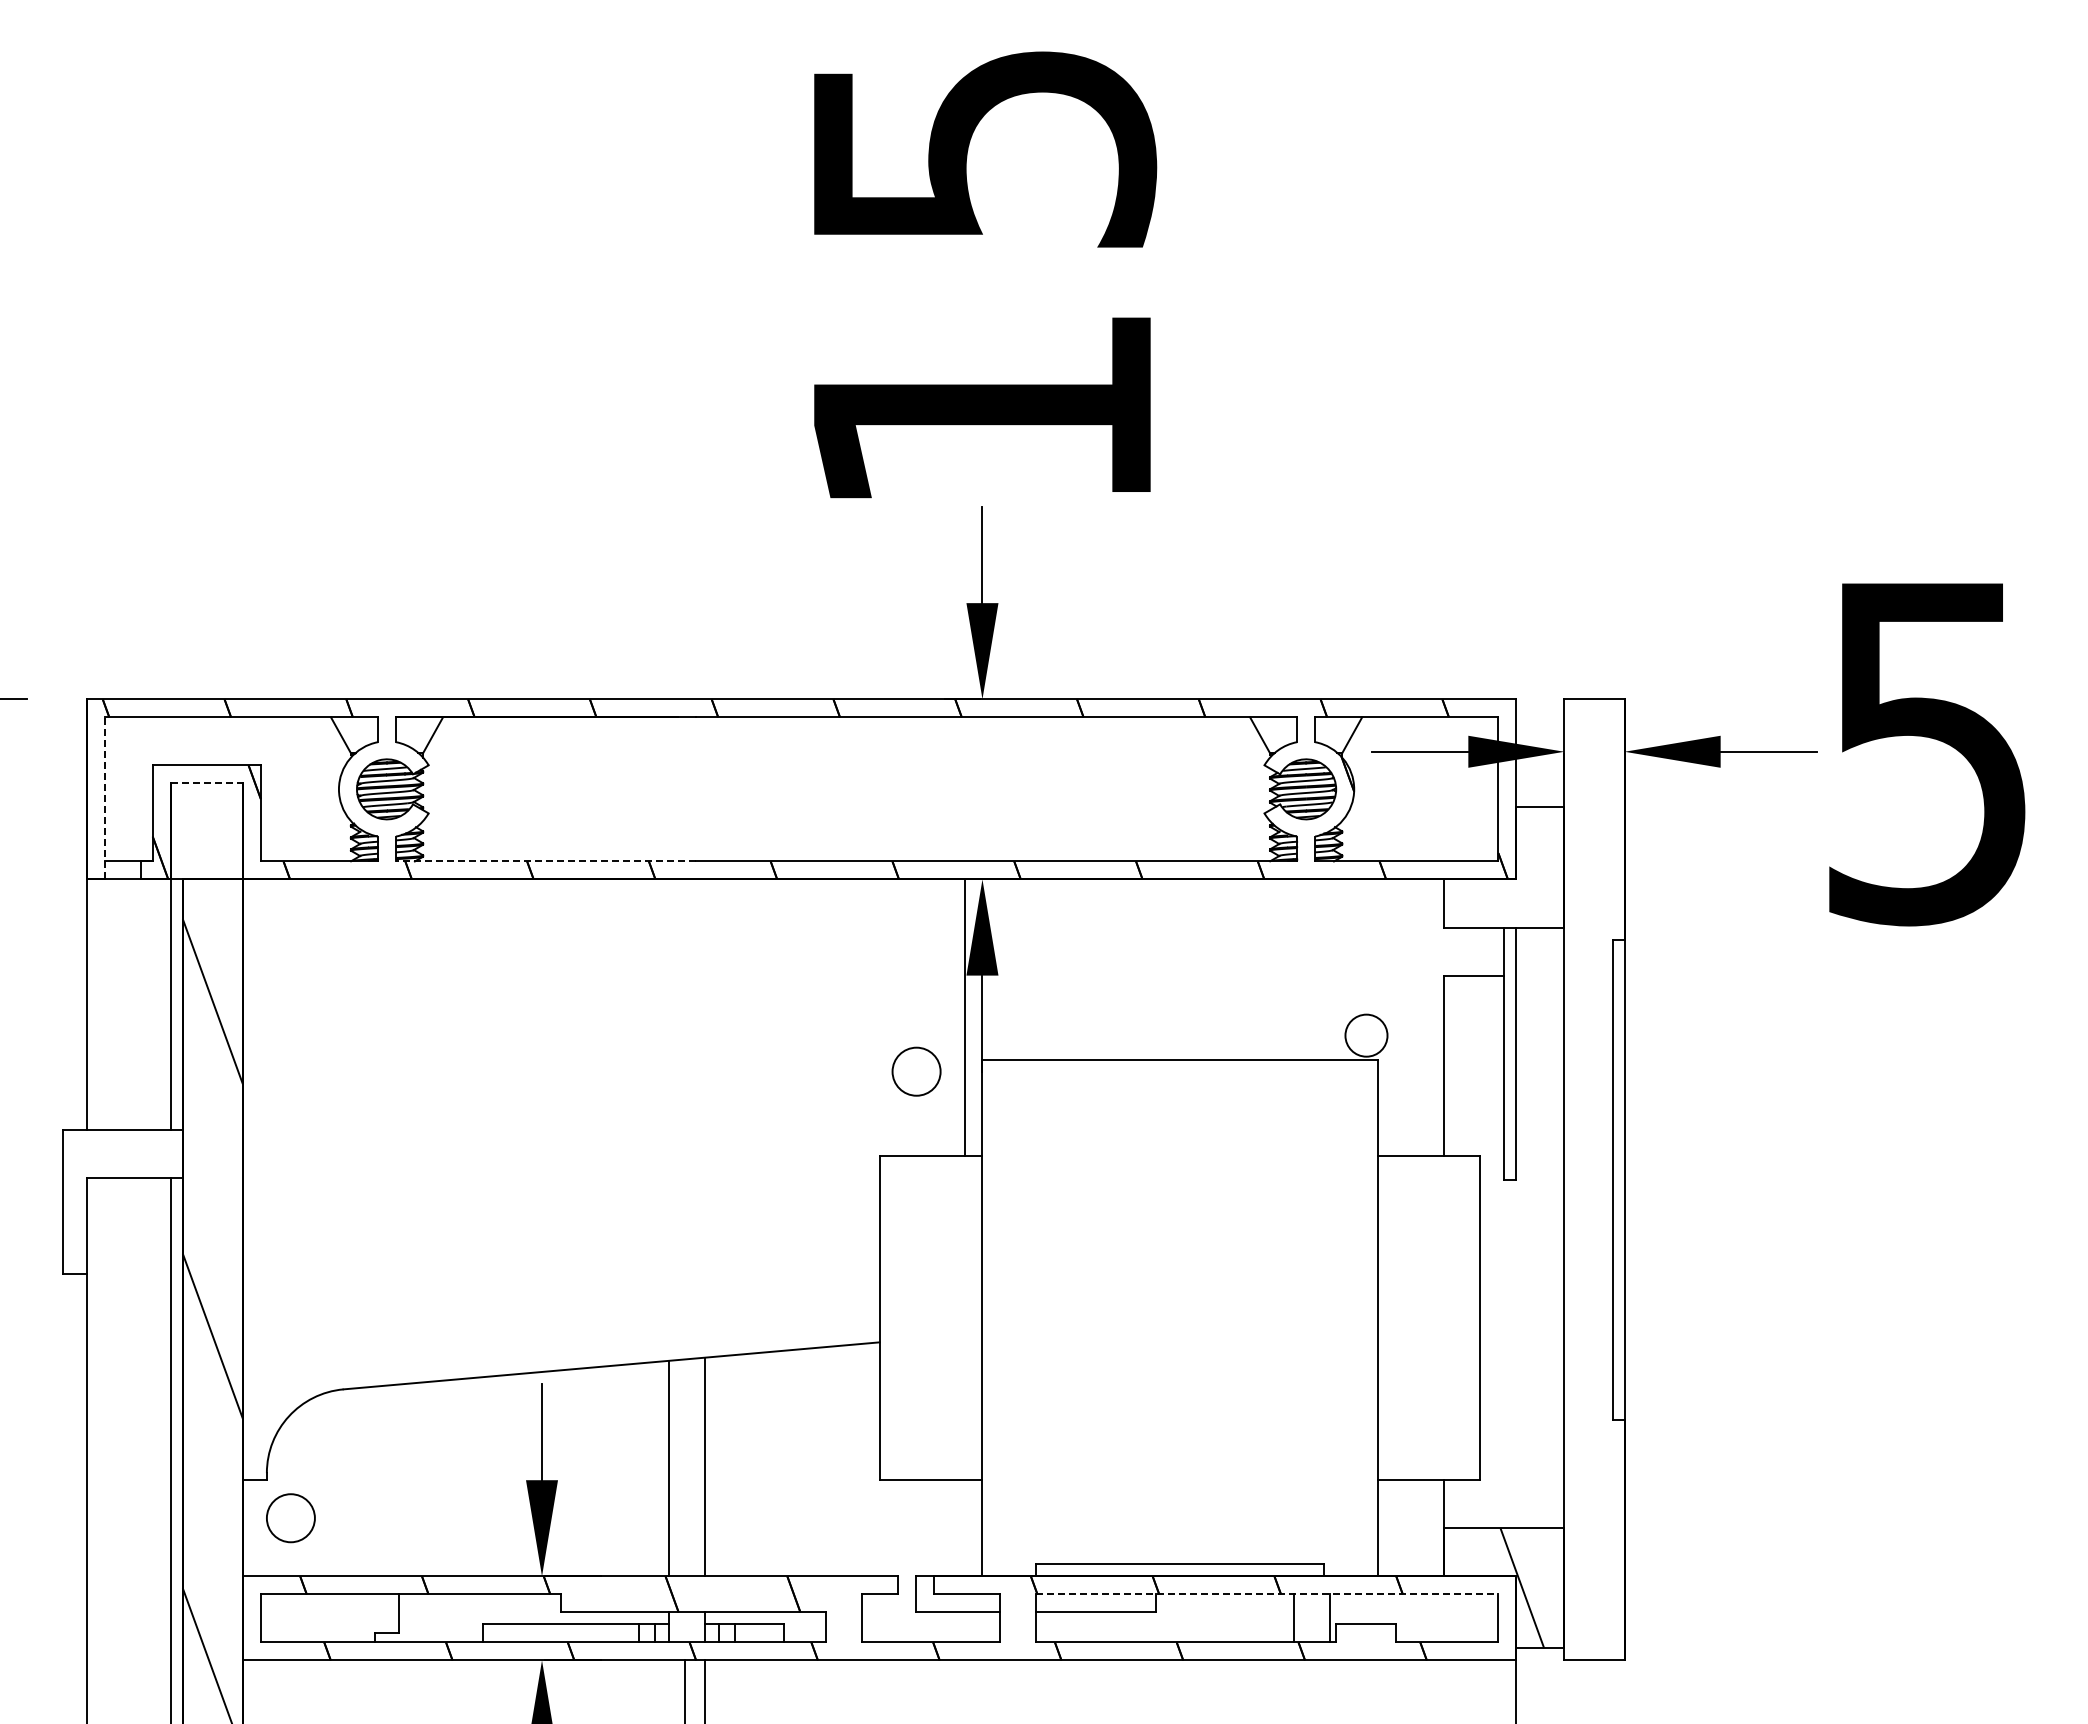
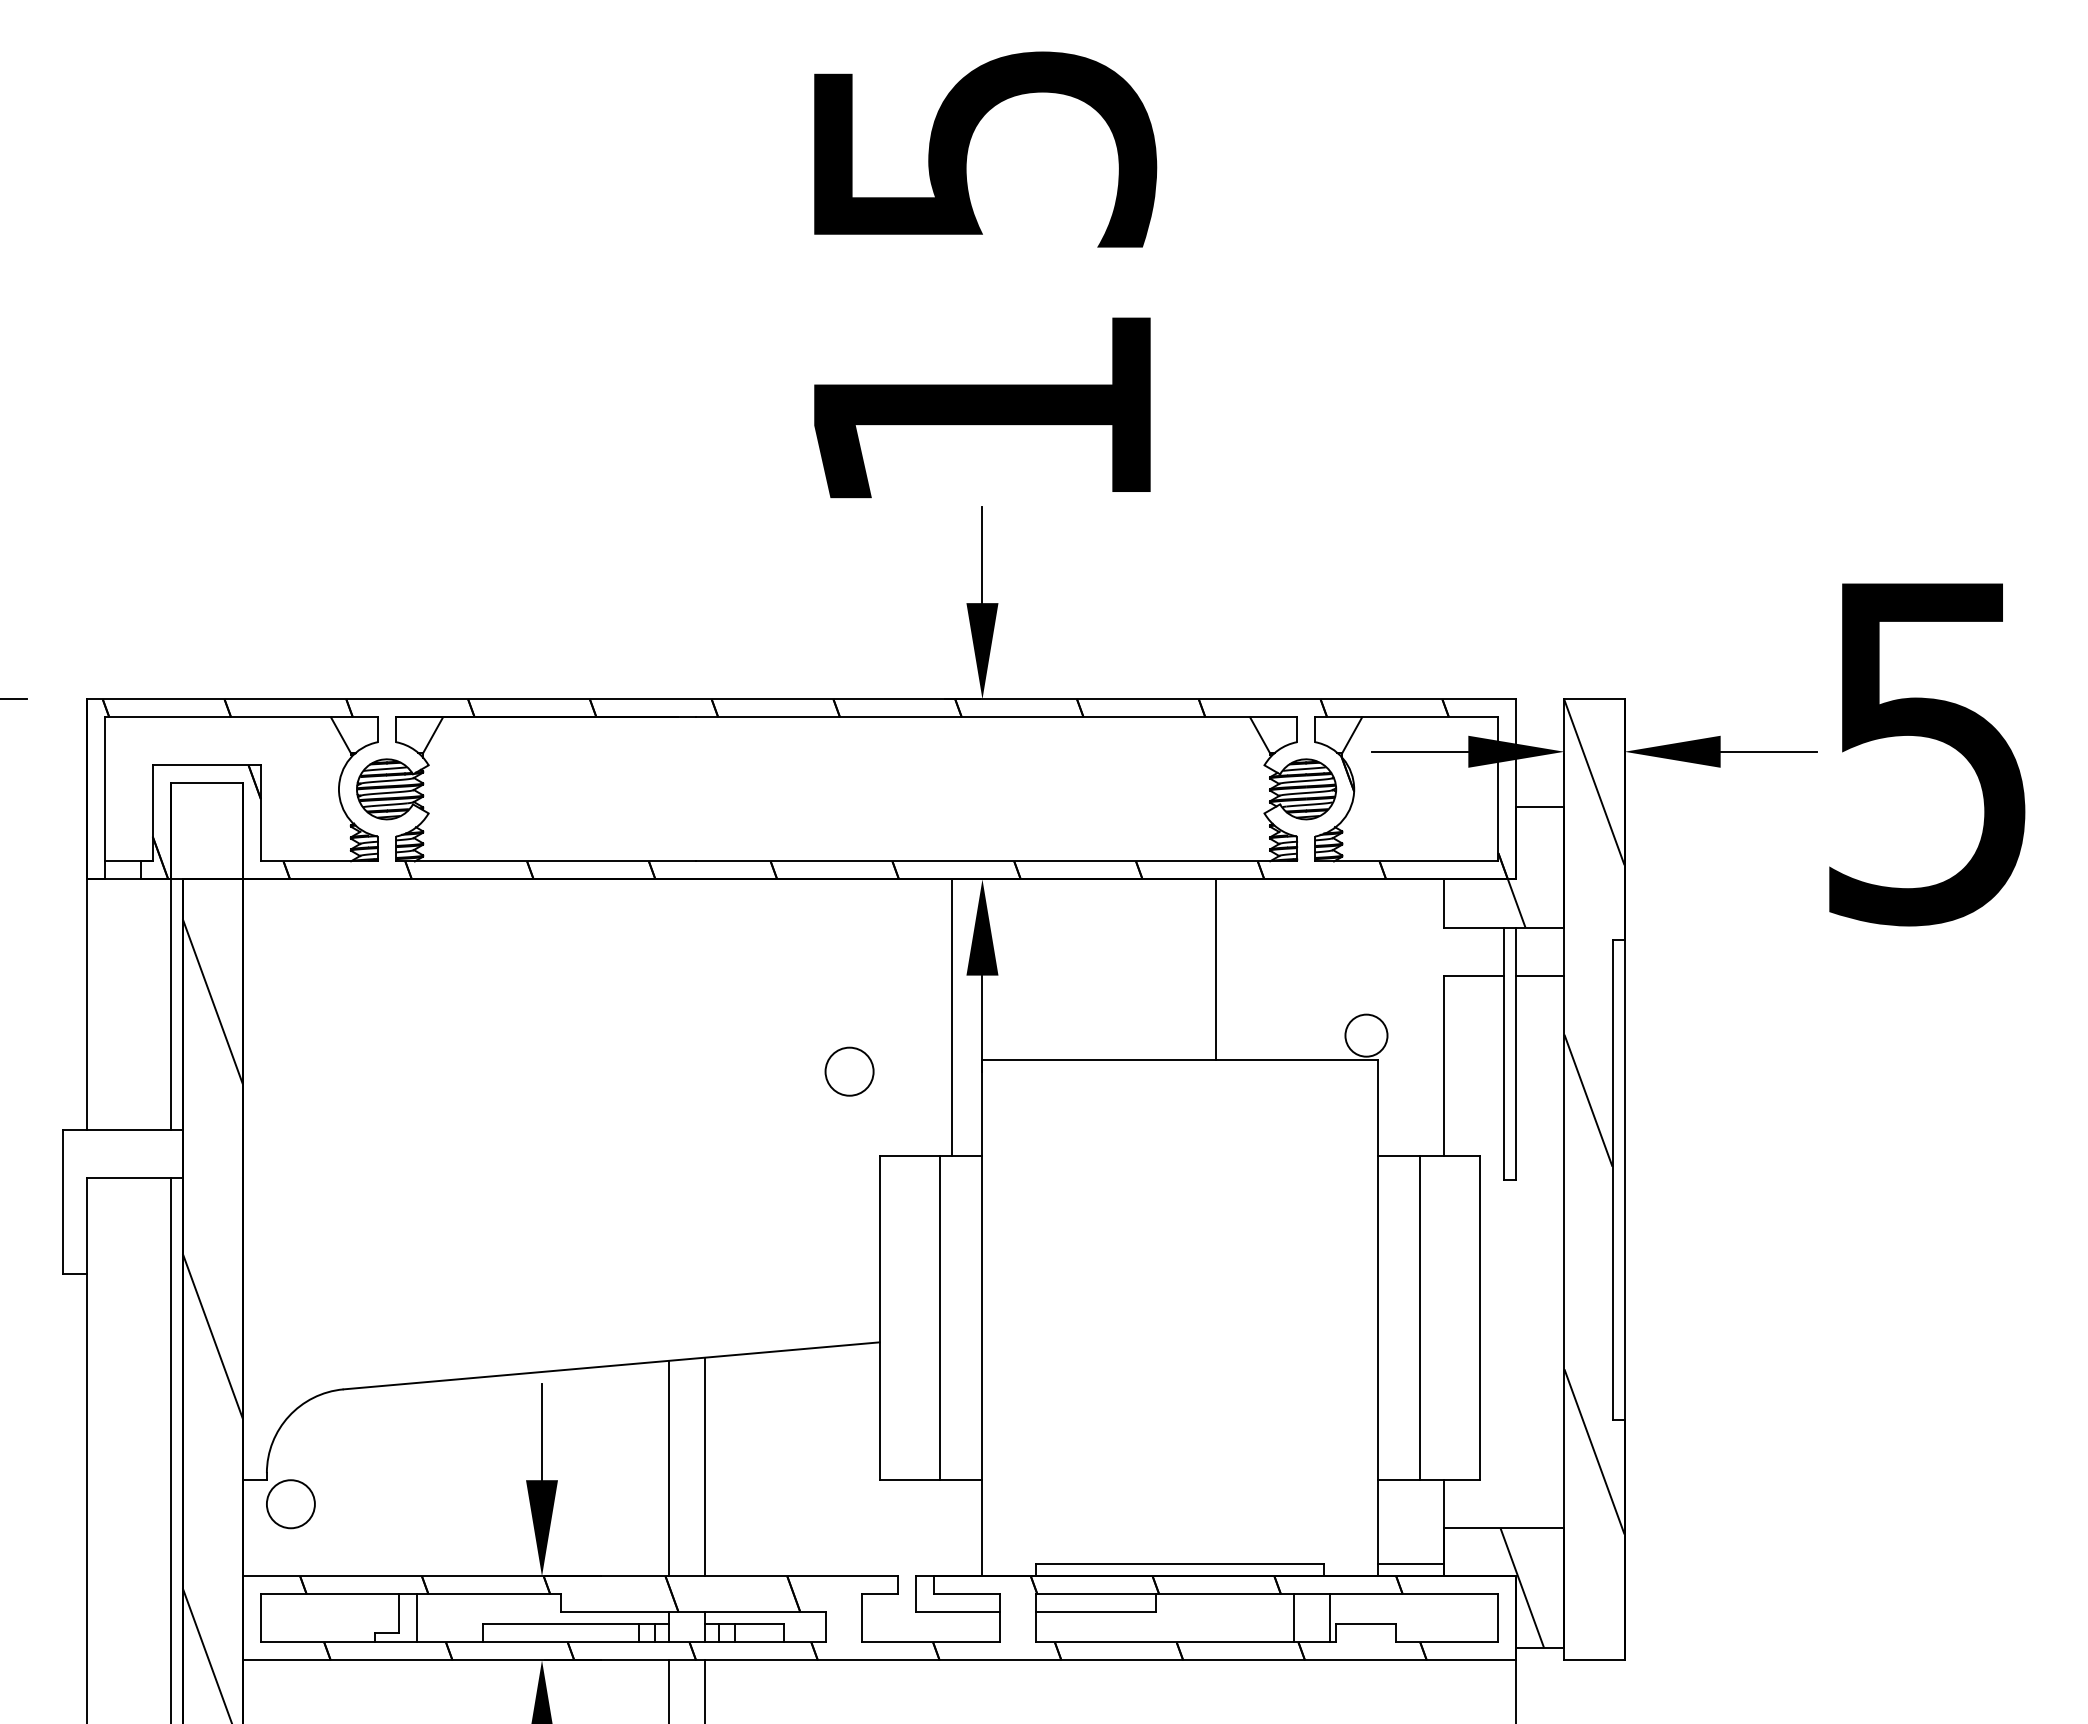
line at (207, 783): dashed -> solid
line at (104, 797): dashed -> solid
line at (545, 861): dashed -> solid
hatch at (1516, 903): none -> present
line at (1216, 969): none -> present
line at (1540, 975): none -> present
line at (964, 1017) position: (964, 1017) -> (951, 1017)
circle at (916, 1071) position: (916, 1071) -> (849, 1071)
hatch at (1594, 1117): none -> present
line at (939, 1317): none -> present
line at (1420, 1317): none -> present
circle at (290, 1518) position: (290, 1518) -> (290, 1504)
line at (1411, 1564): none -> present
line at (1267, 1594): dashed -> solid
line at (417, 1618): none -> present
line at (685, 1690) position: (685, 1690) -> (669, 1690)
